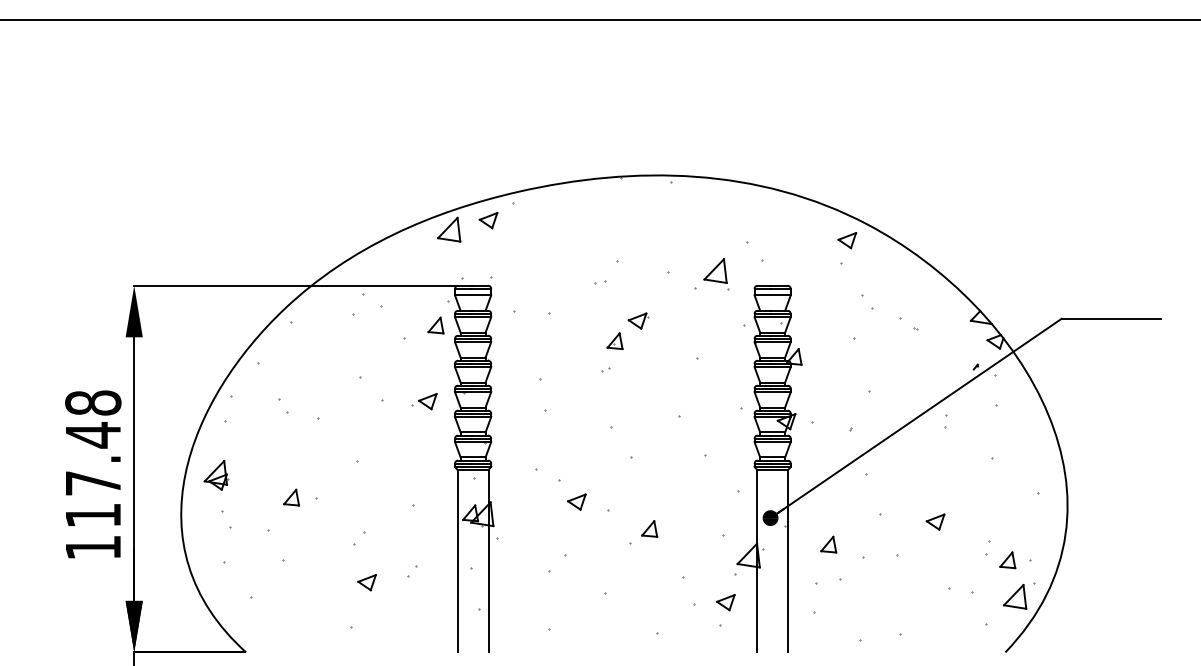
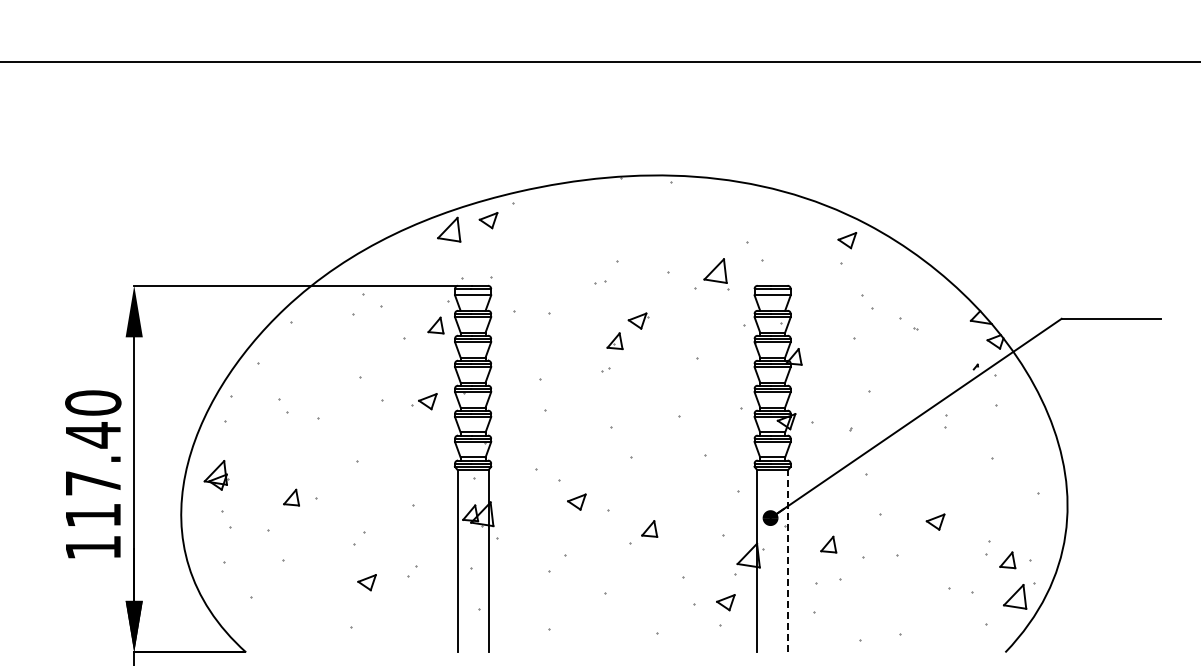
line at (599, 19) position: (599, 19) -> (599, 61)
text at (93, 402): 117.48 -> 117.40
line at (788, 560): solid -> dashed
